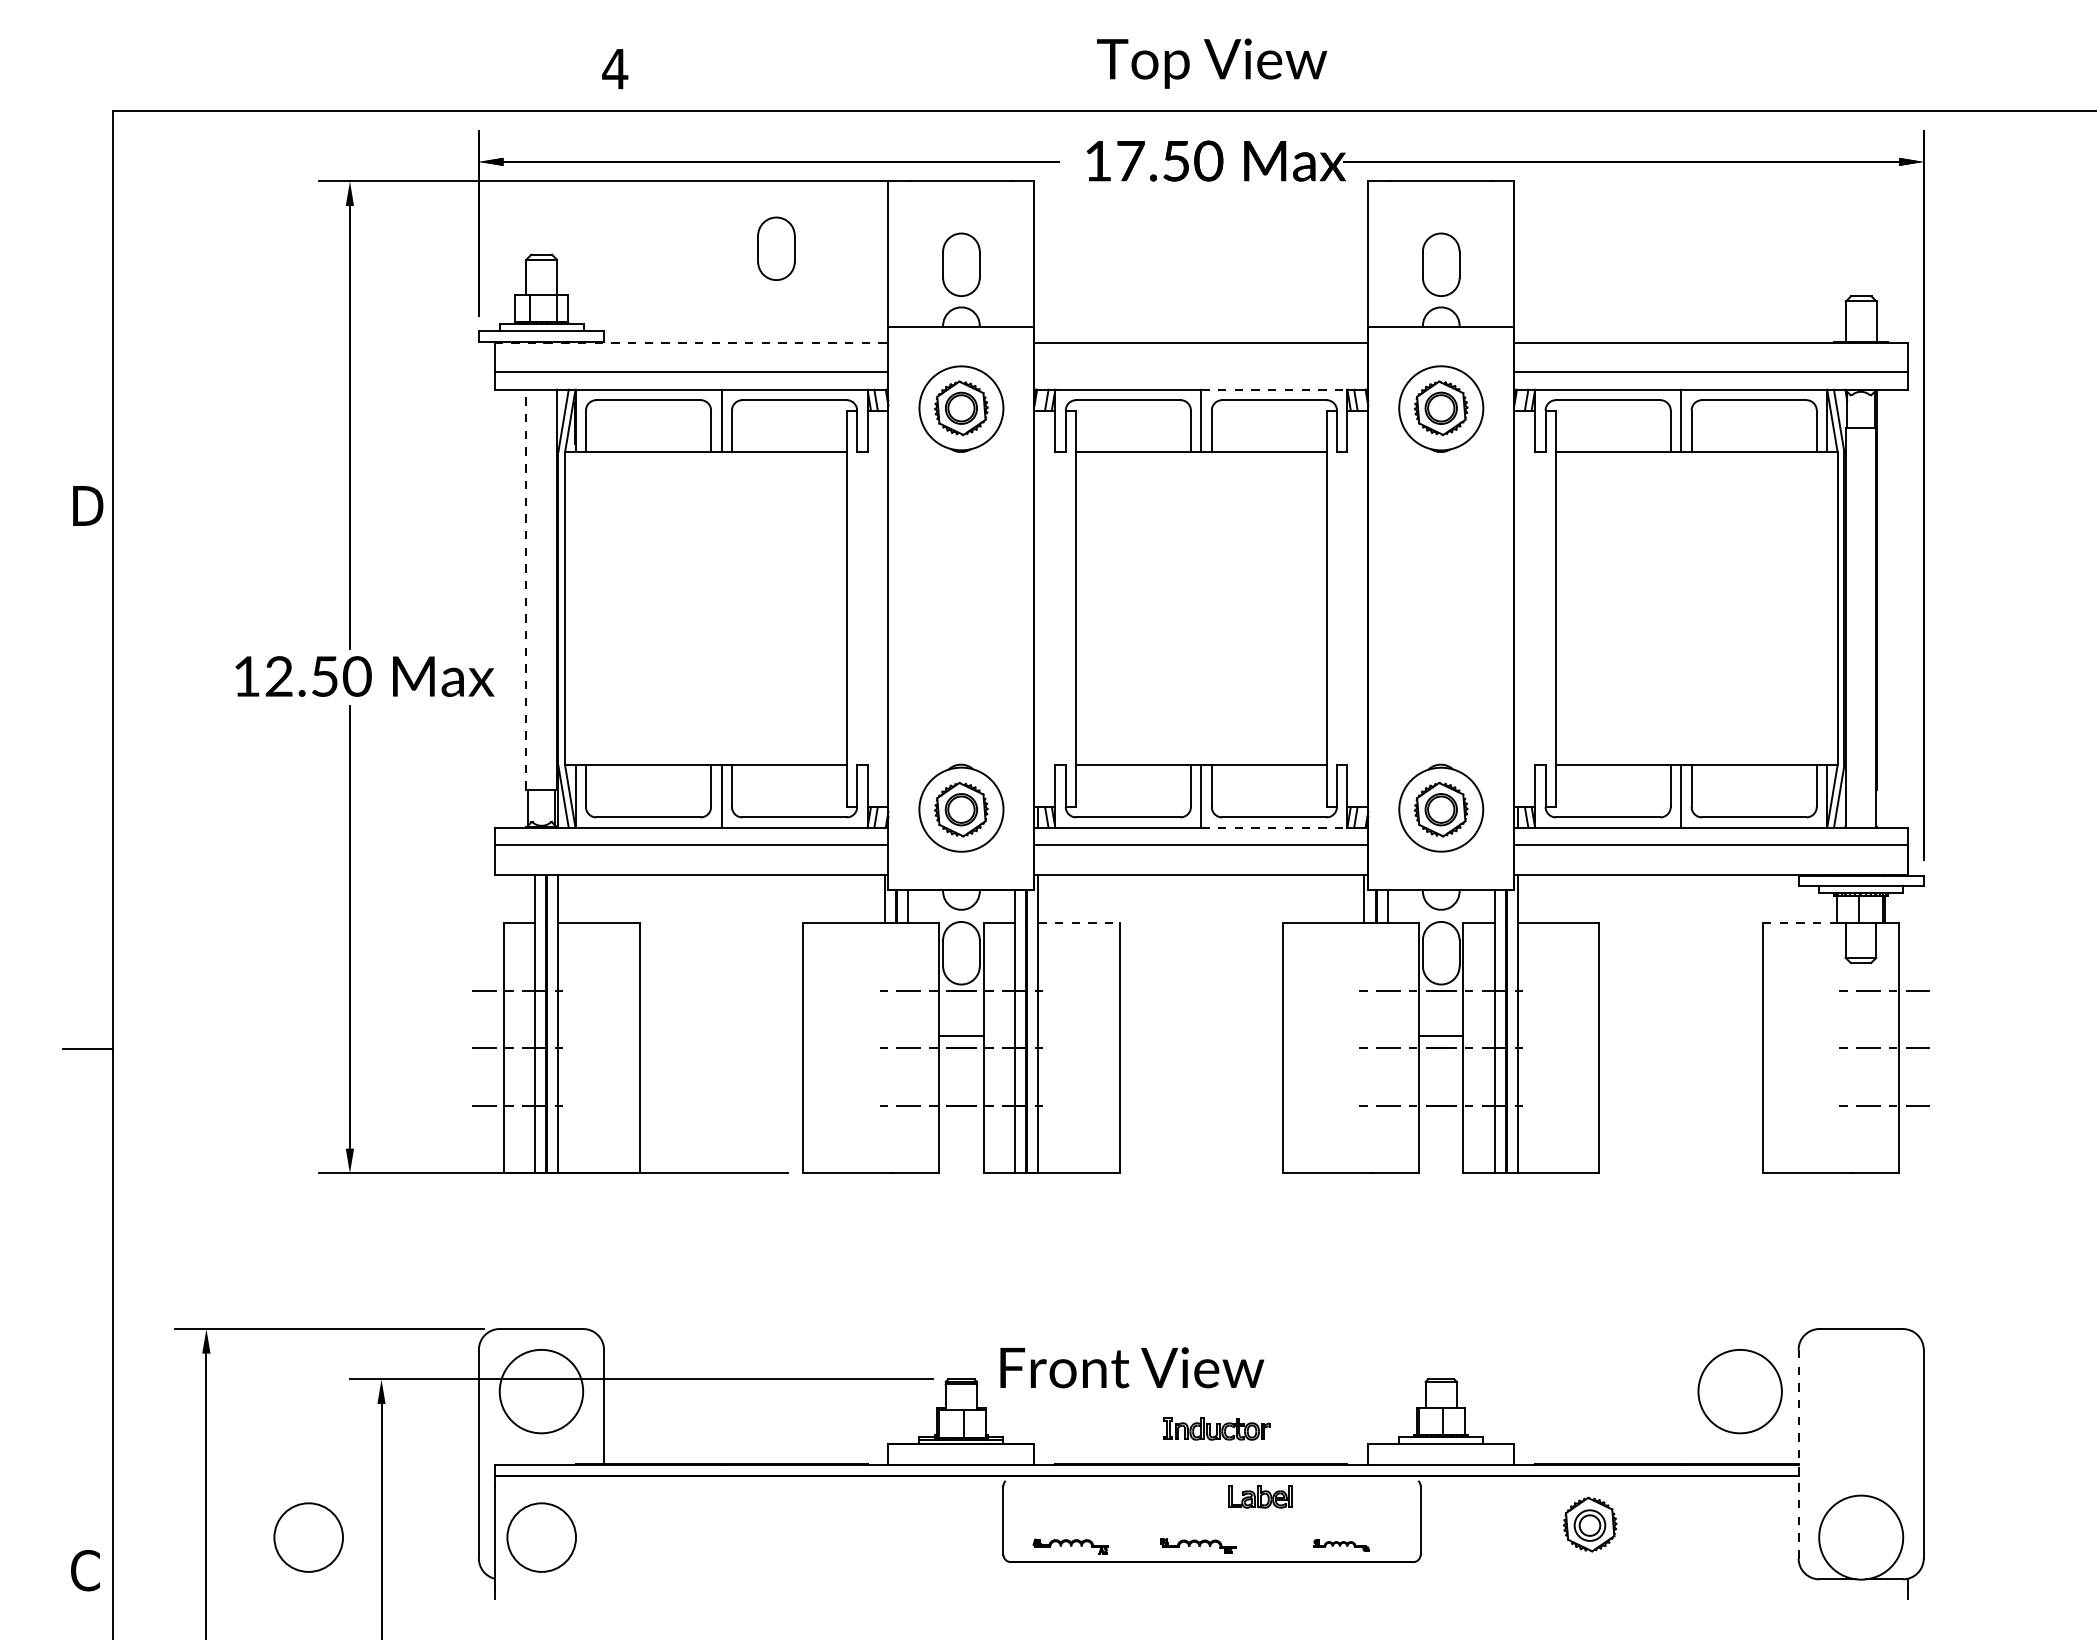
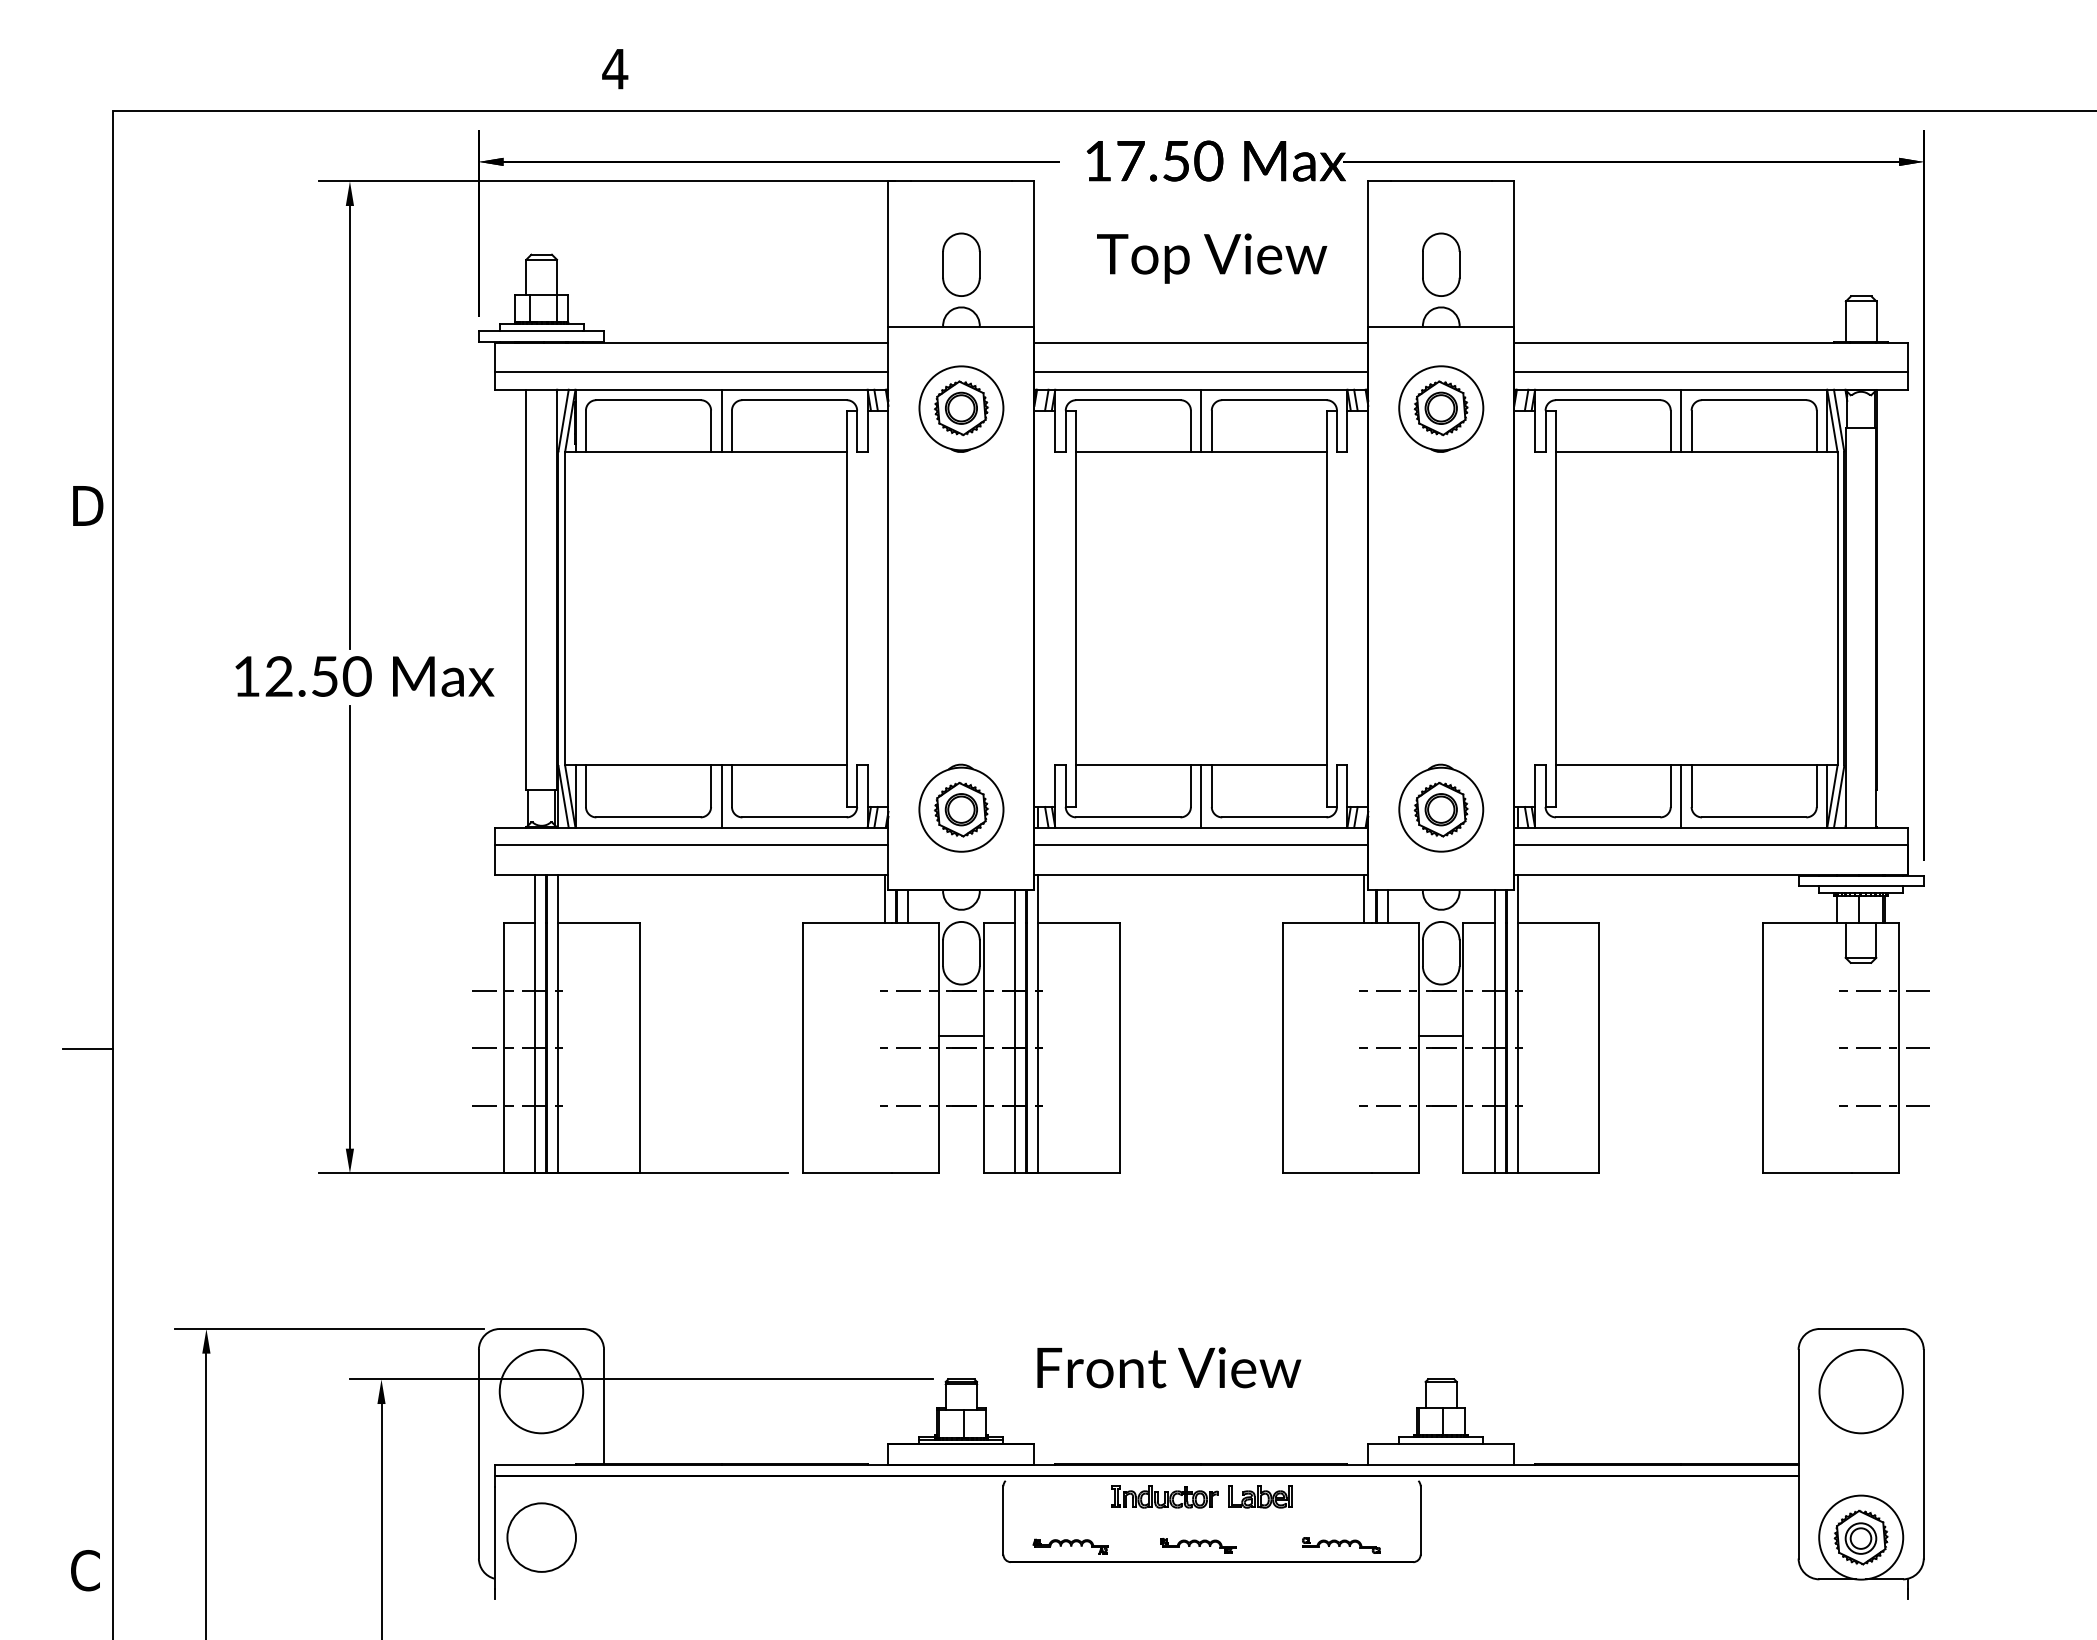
text at (1212, 63) position: (1212, 63) -> (1212, 258)
part at (776, 248): present -> none
line at (691, 343): dashed -> solid
line at (1201, 372): none -> present
line at (1274, 389): dashed -> solid
line at (526, 589): dashed -> solid
line at (1274, 827): dashed -> solid
line at (1078, 923): dashed -> solid
line at (1800, 923): dashed -> solid
text at (1132, 1367) position: (1132, 1367) -> (1169, 1367)
circle at (1739, 1391) position: (1739, 1391) -> (1860, 1391)
part at (1216, 1428) position: (1216, 1428) -> (1164, 1496)
line at (1798, 1454): dashed -> solid
part at (1589, 1524) position: (1589, 1524) -> (1860, 1537)
circle at (308, 1537): present -> none
part at (1341, 1545) size: 57x13 px -> 79x17 px
